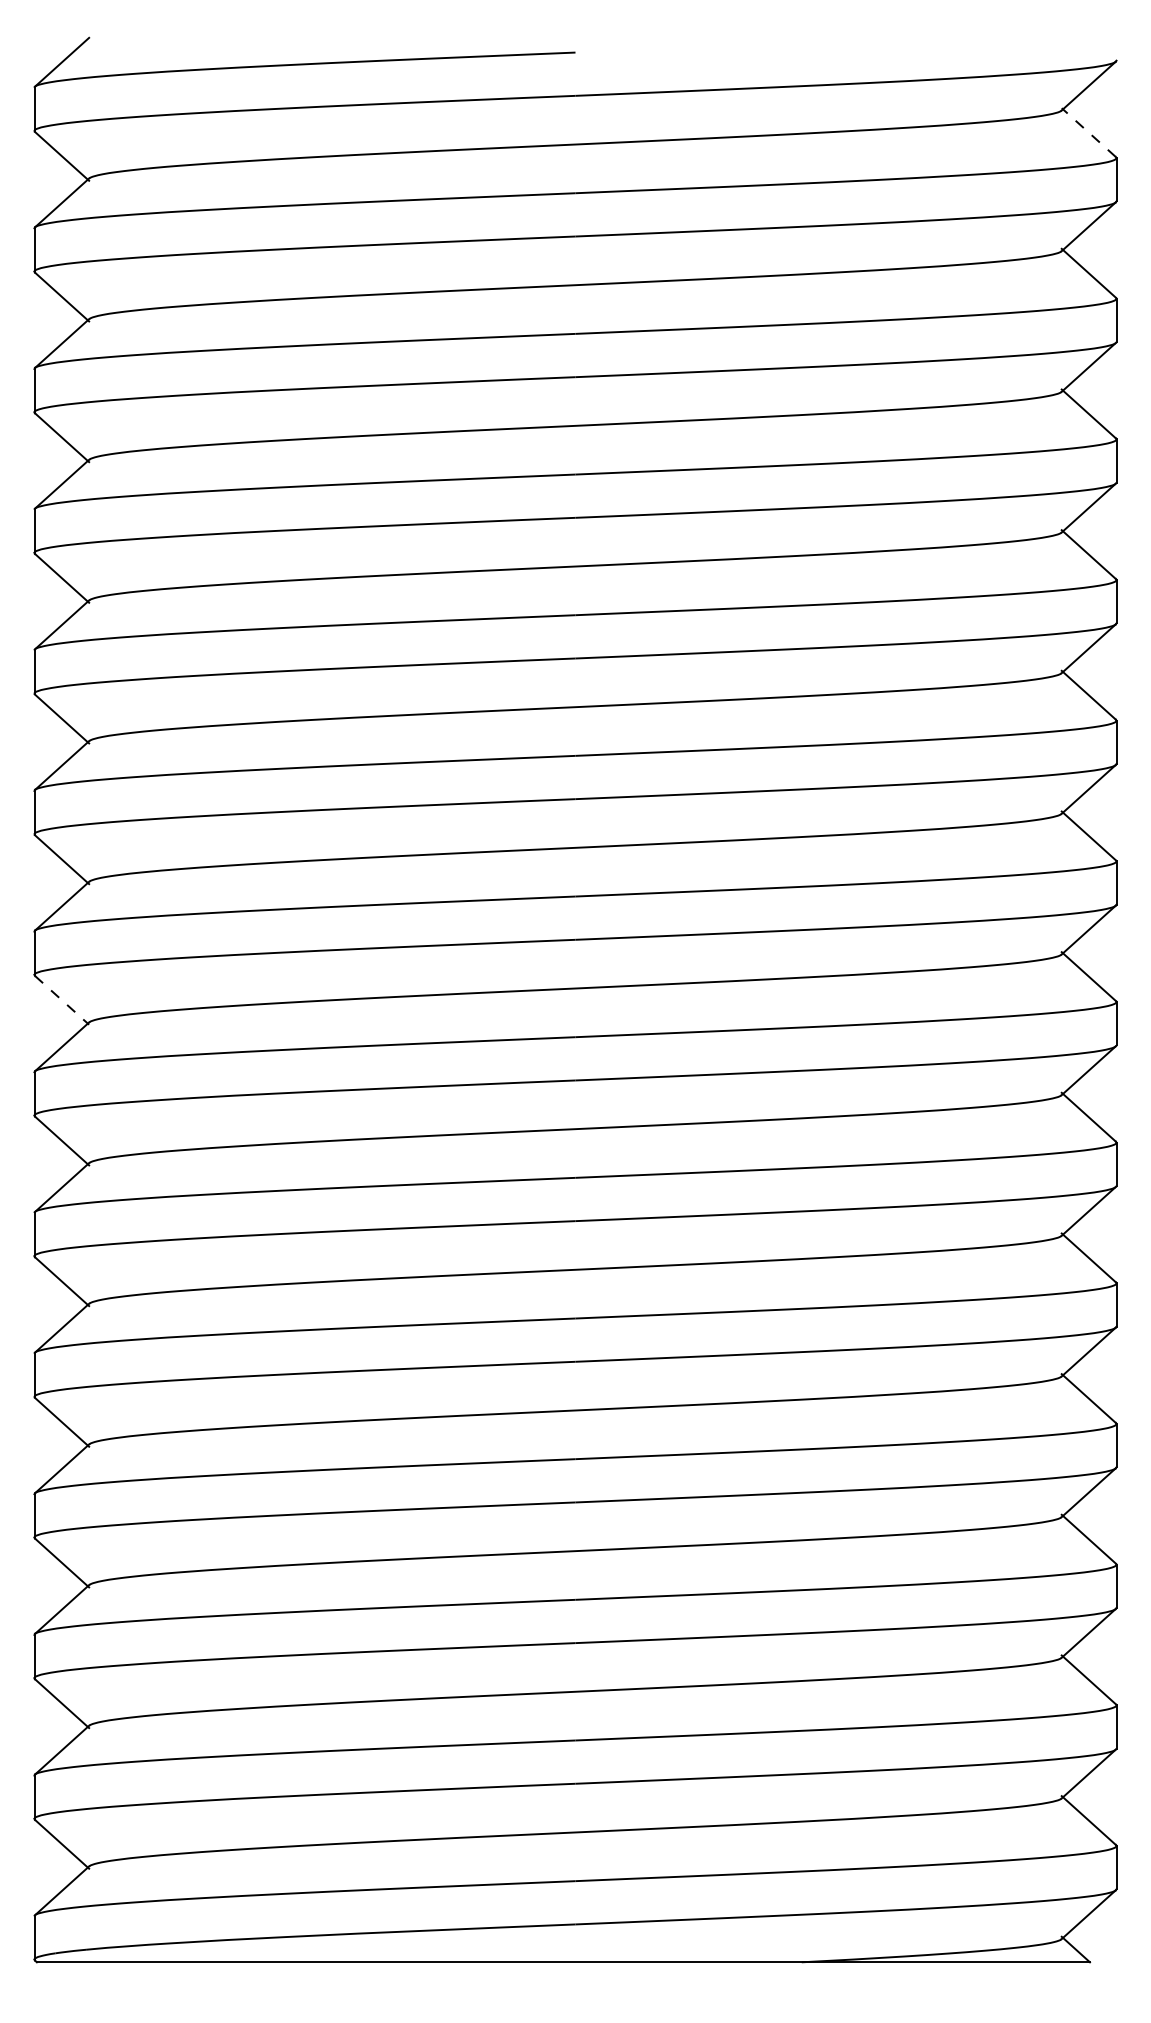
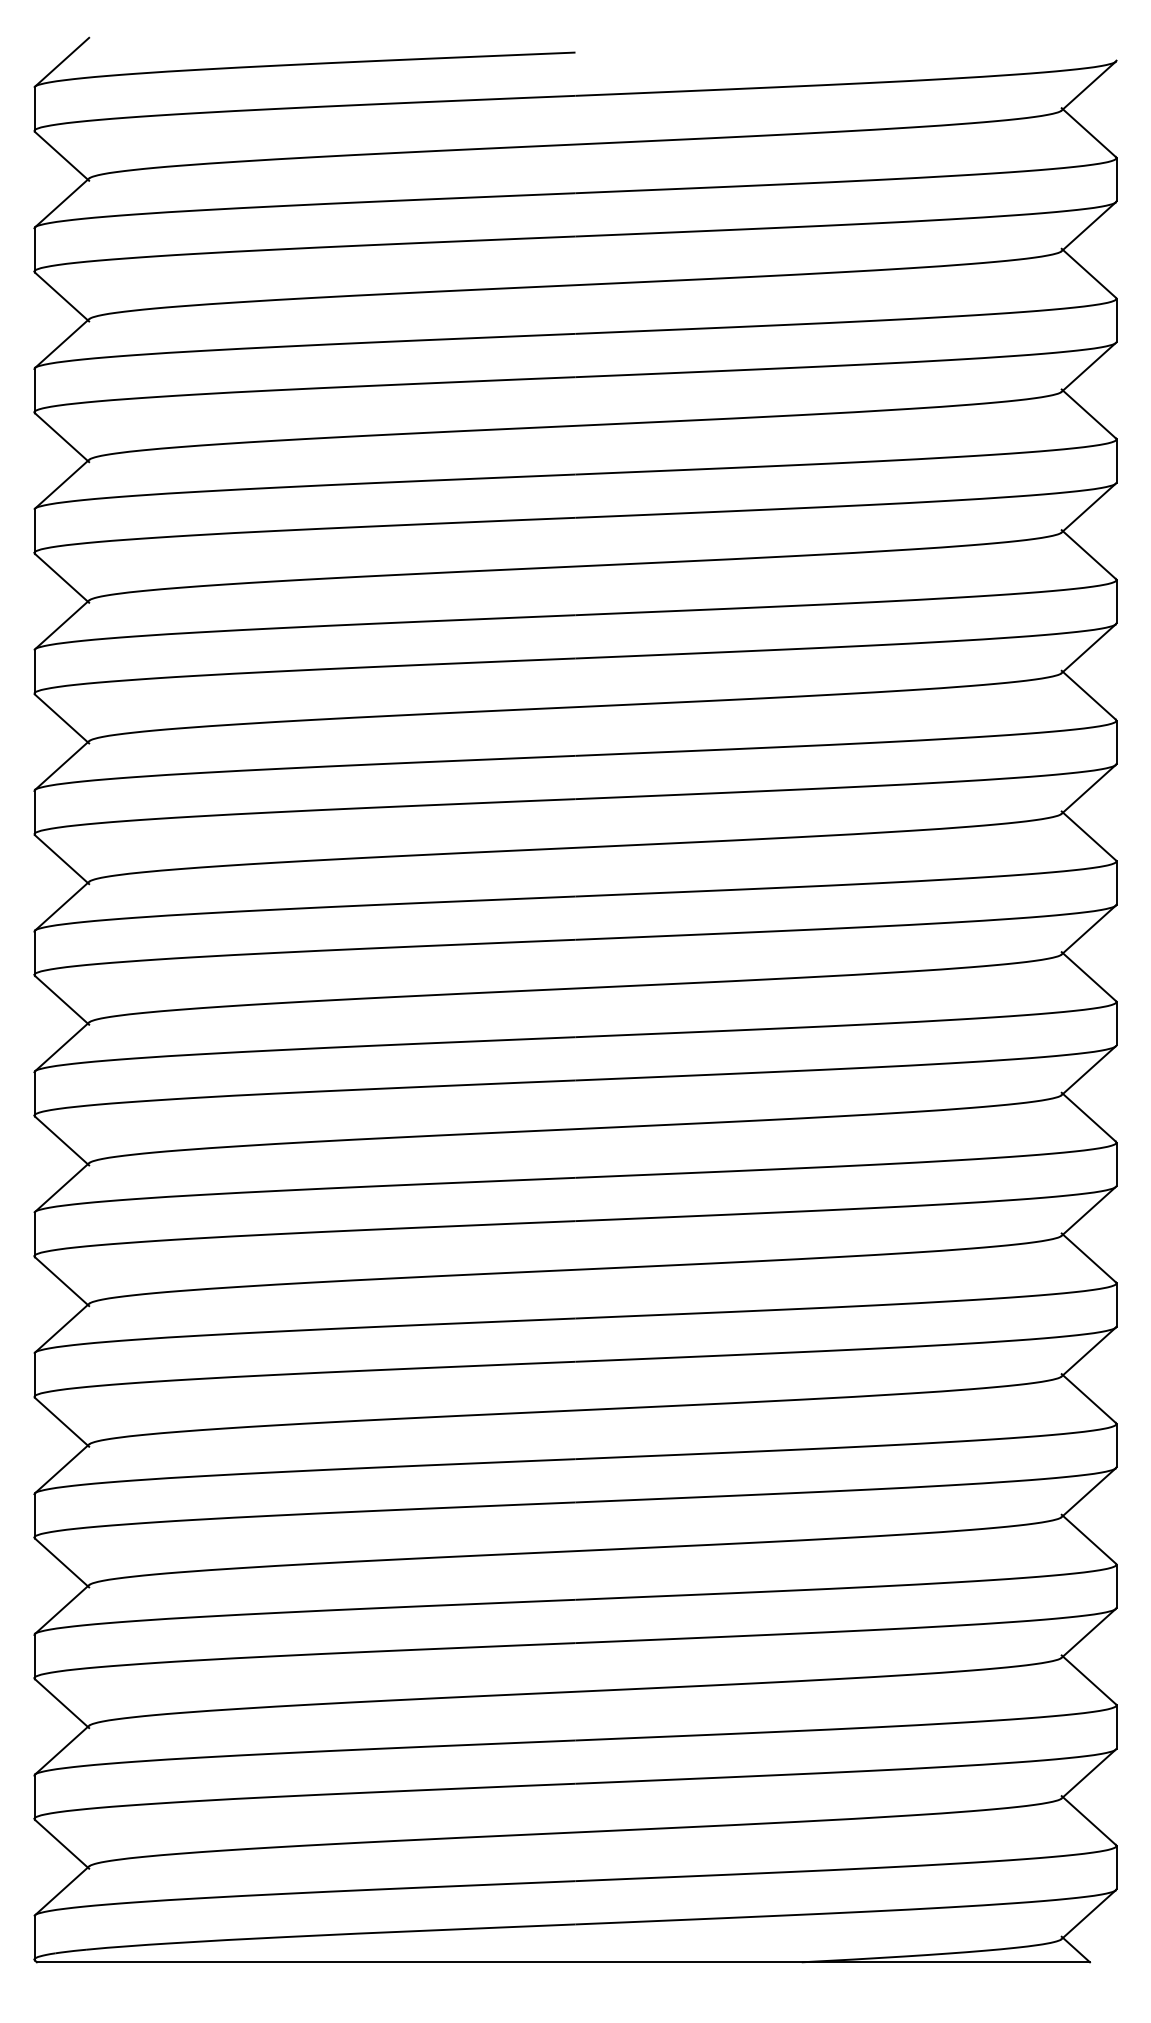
line at (1088, 132): dashed -> solid
line at (62, 1000): dashed -> solid
